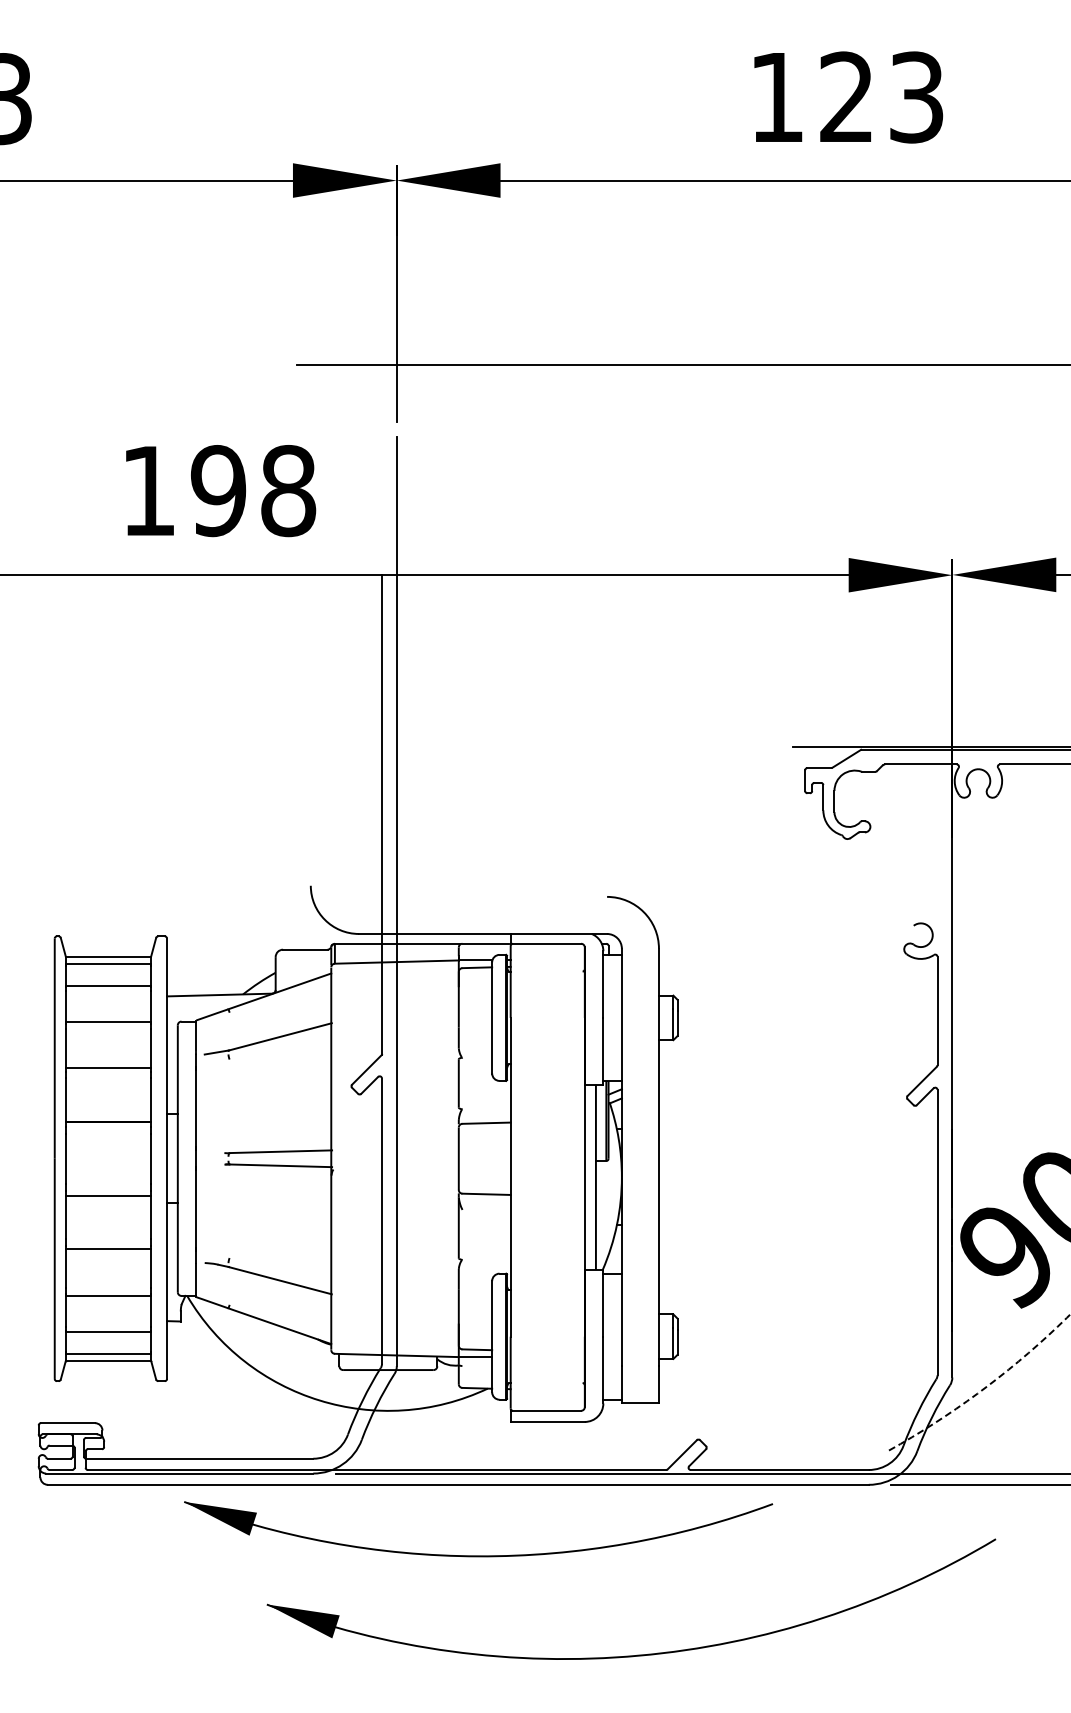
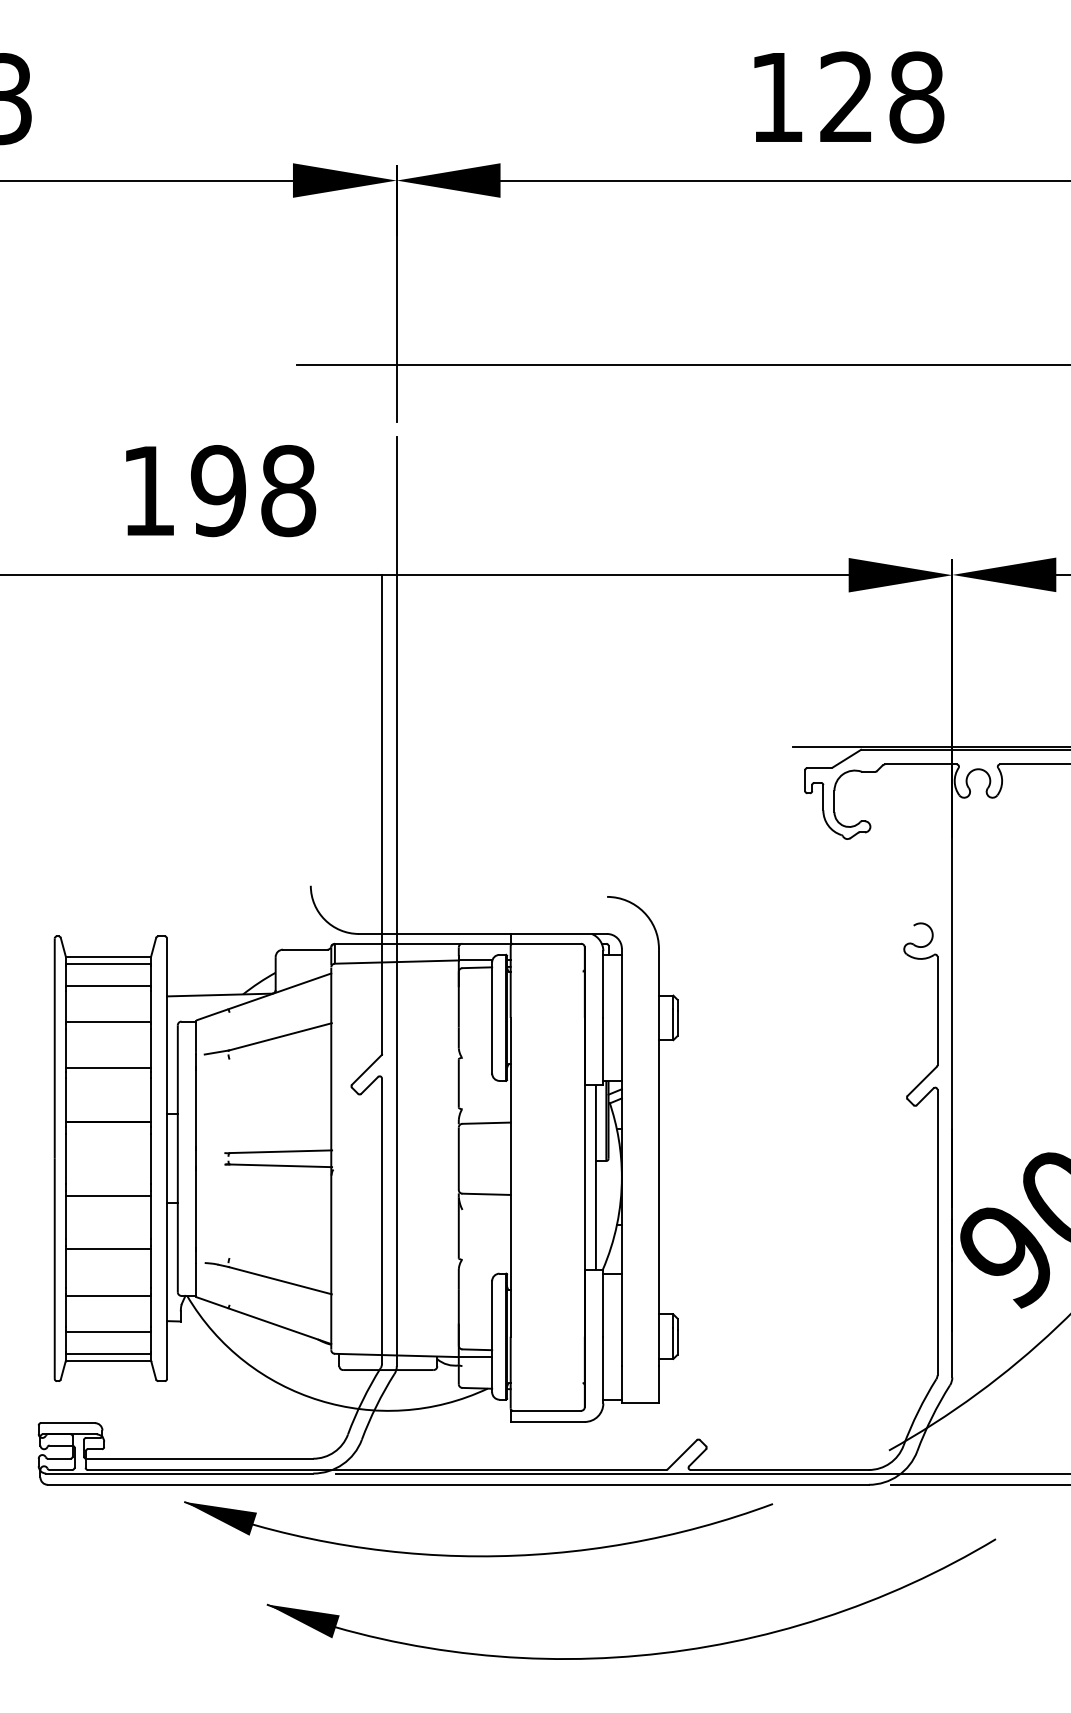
text at (916, 97): 123 -> 128
arc at (984, 1388): dashed -> solid
